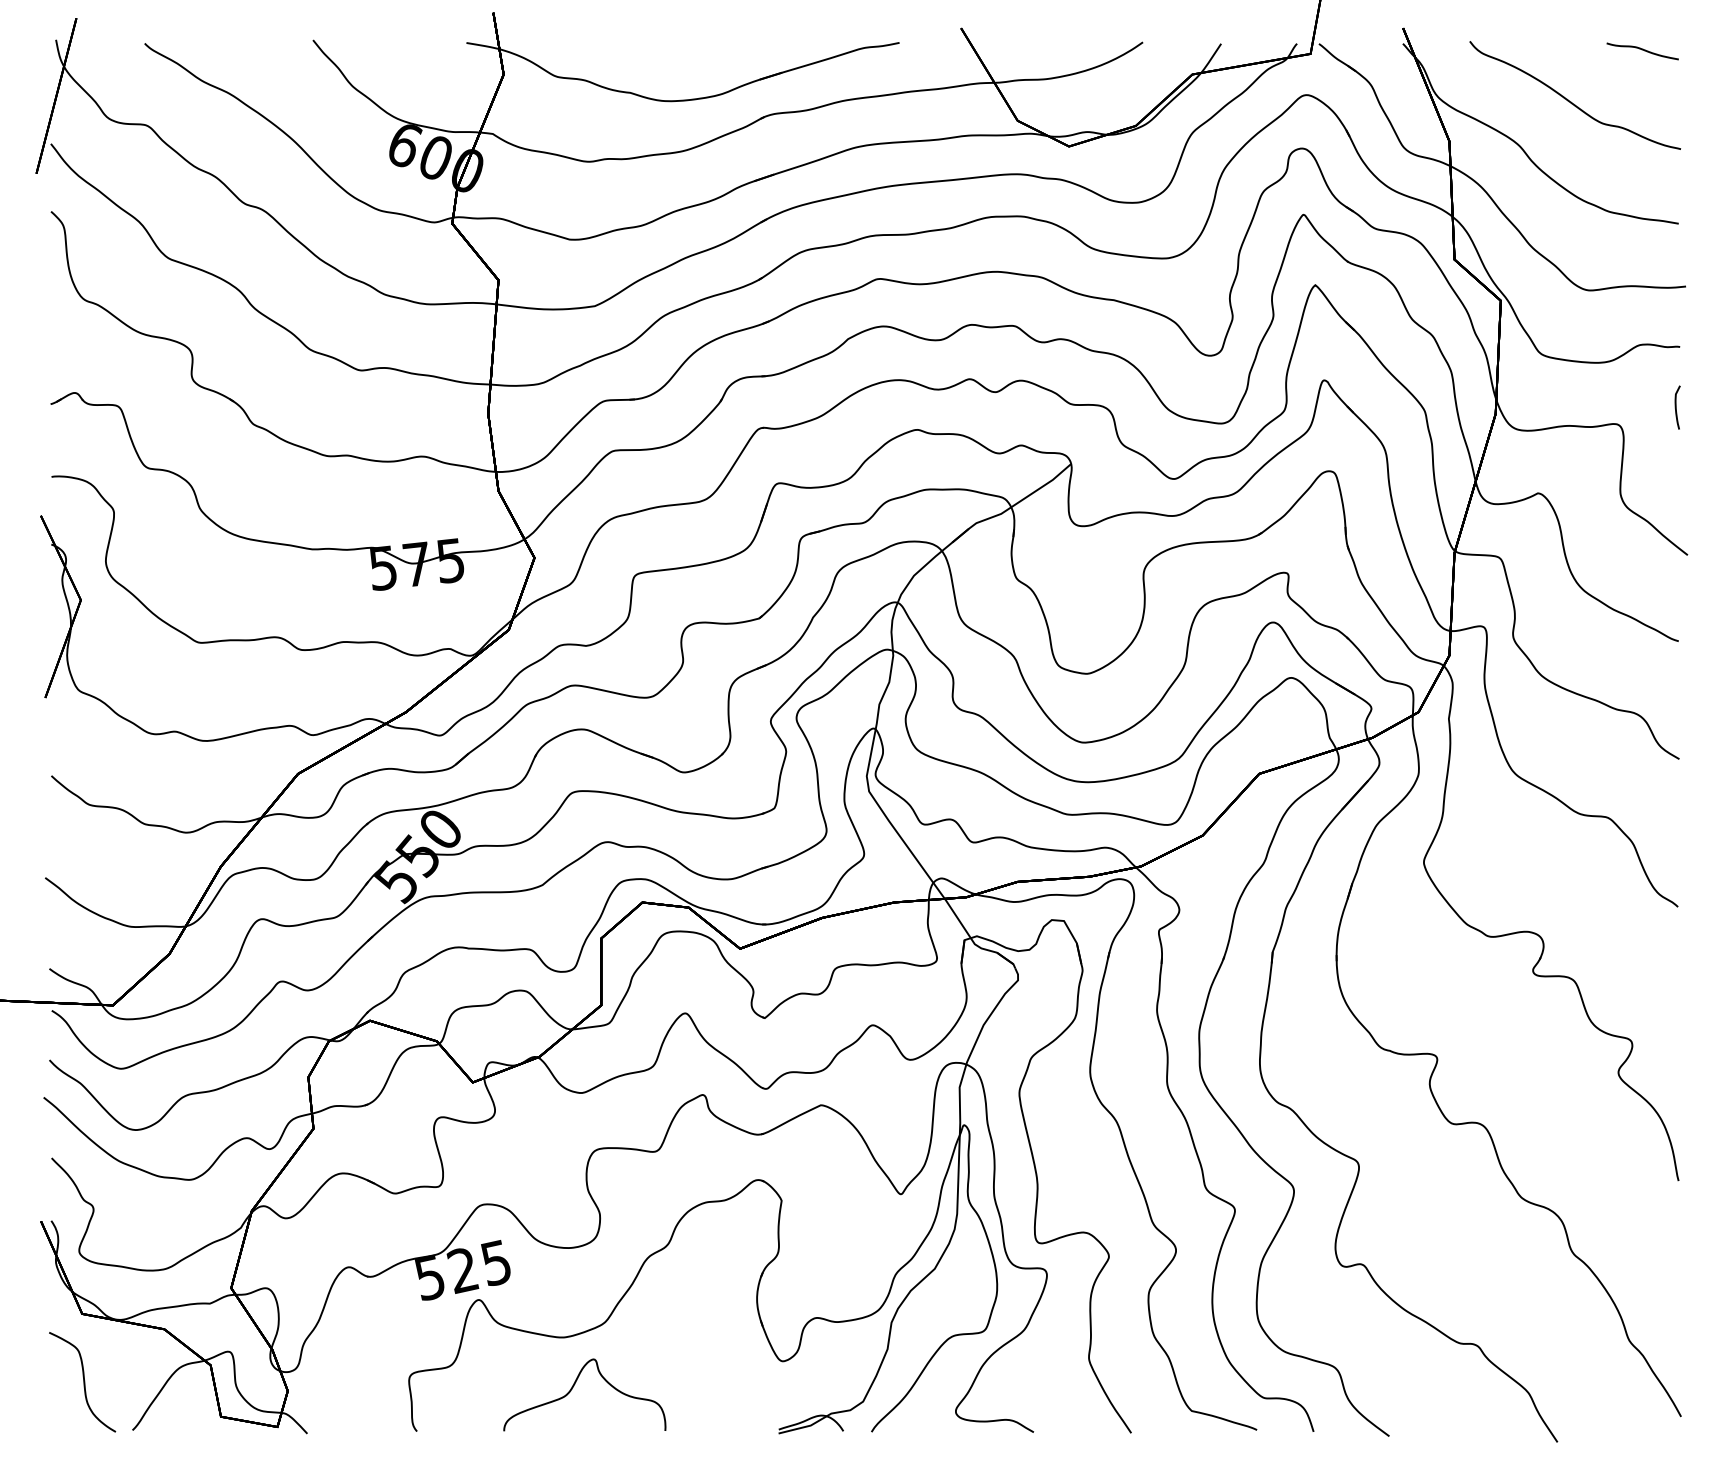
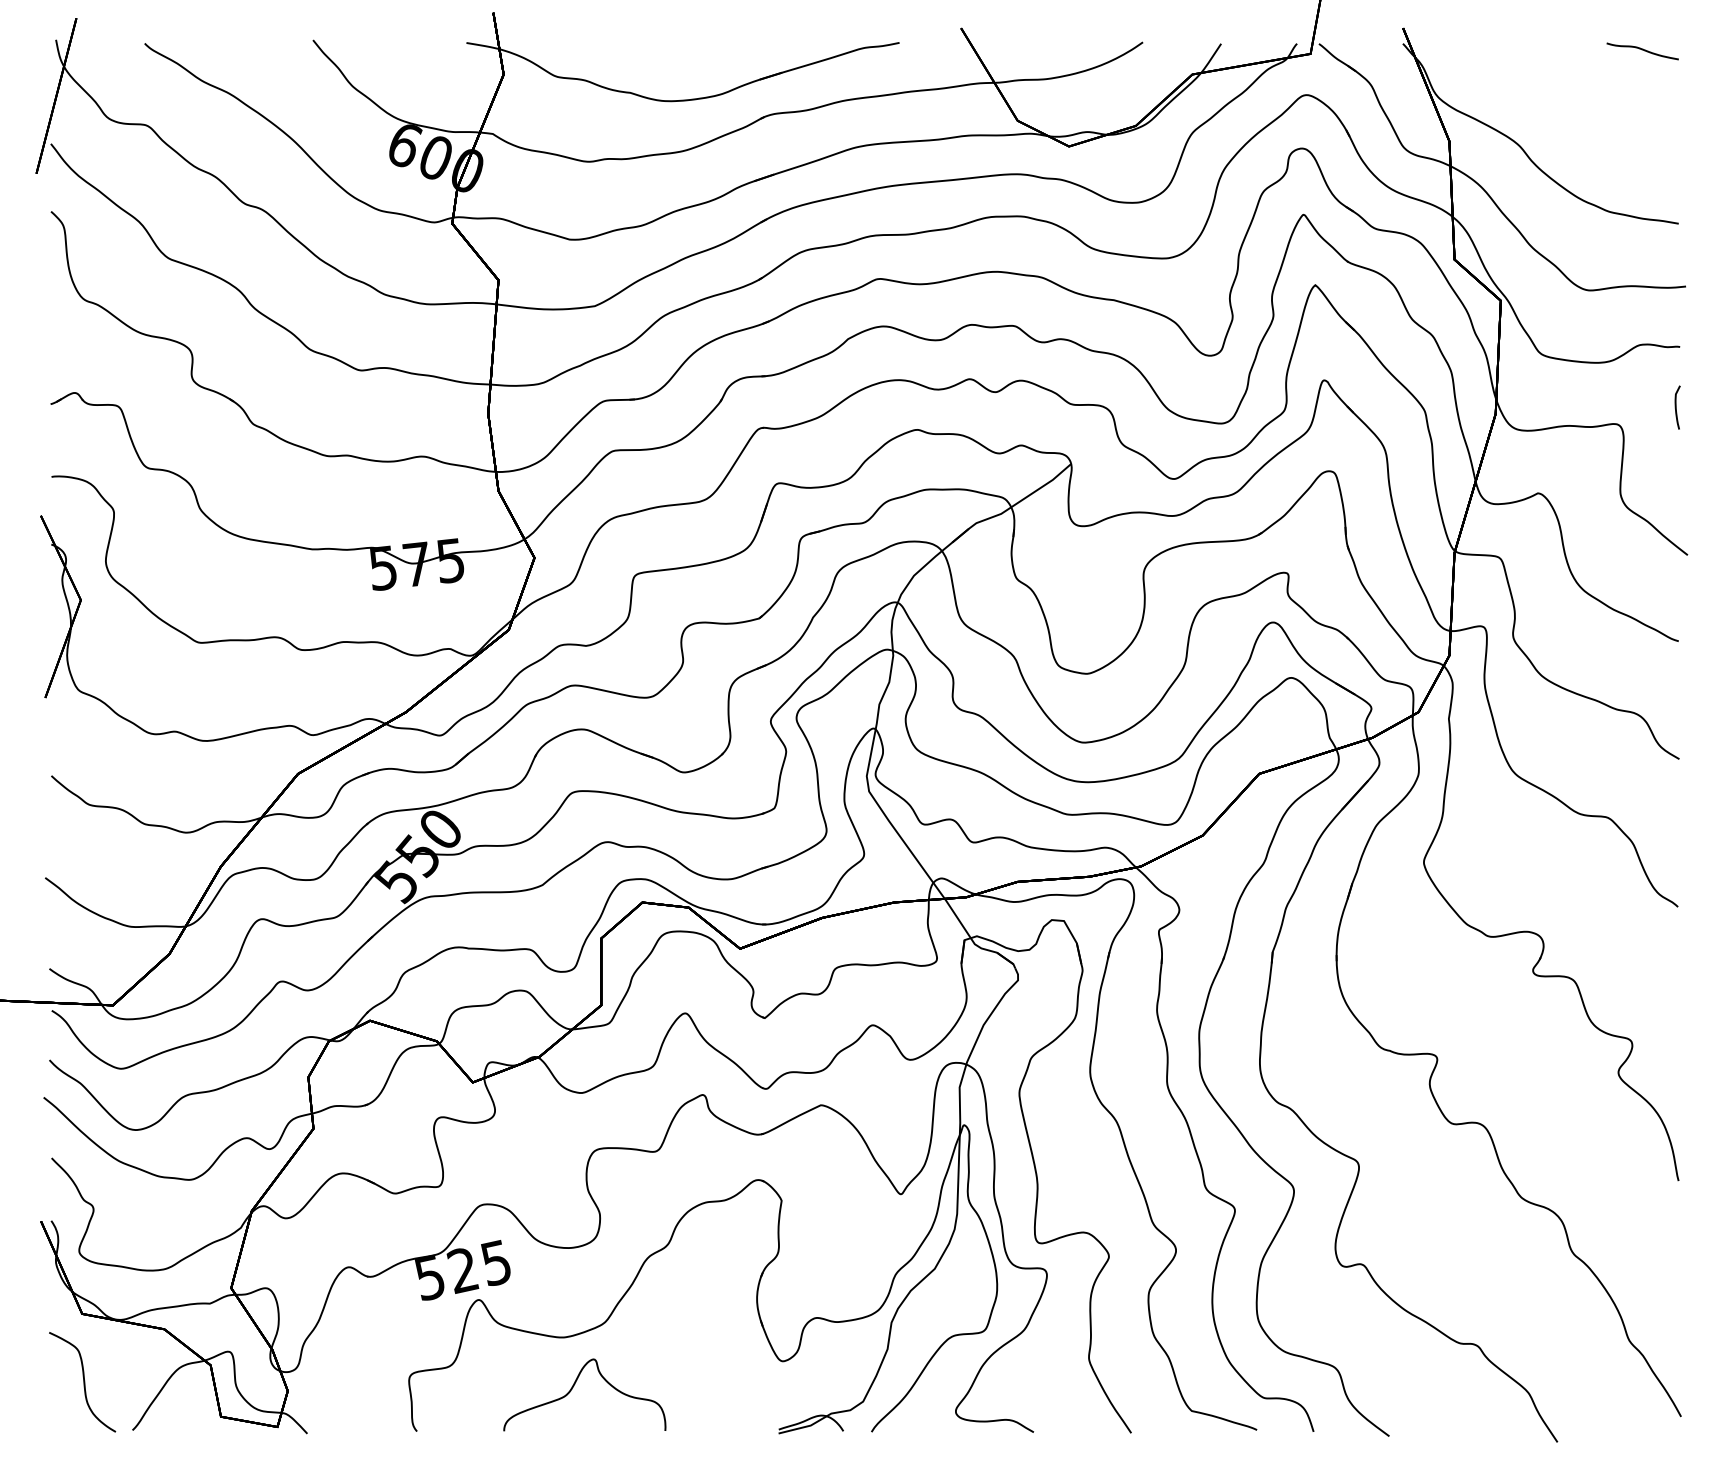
part at (1571, 101): present -> none
